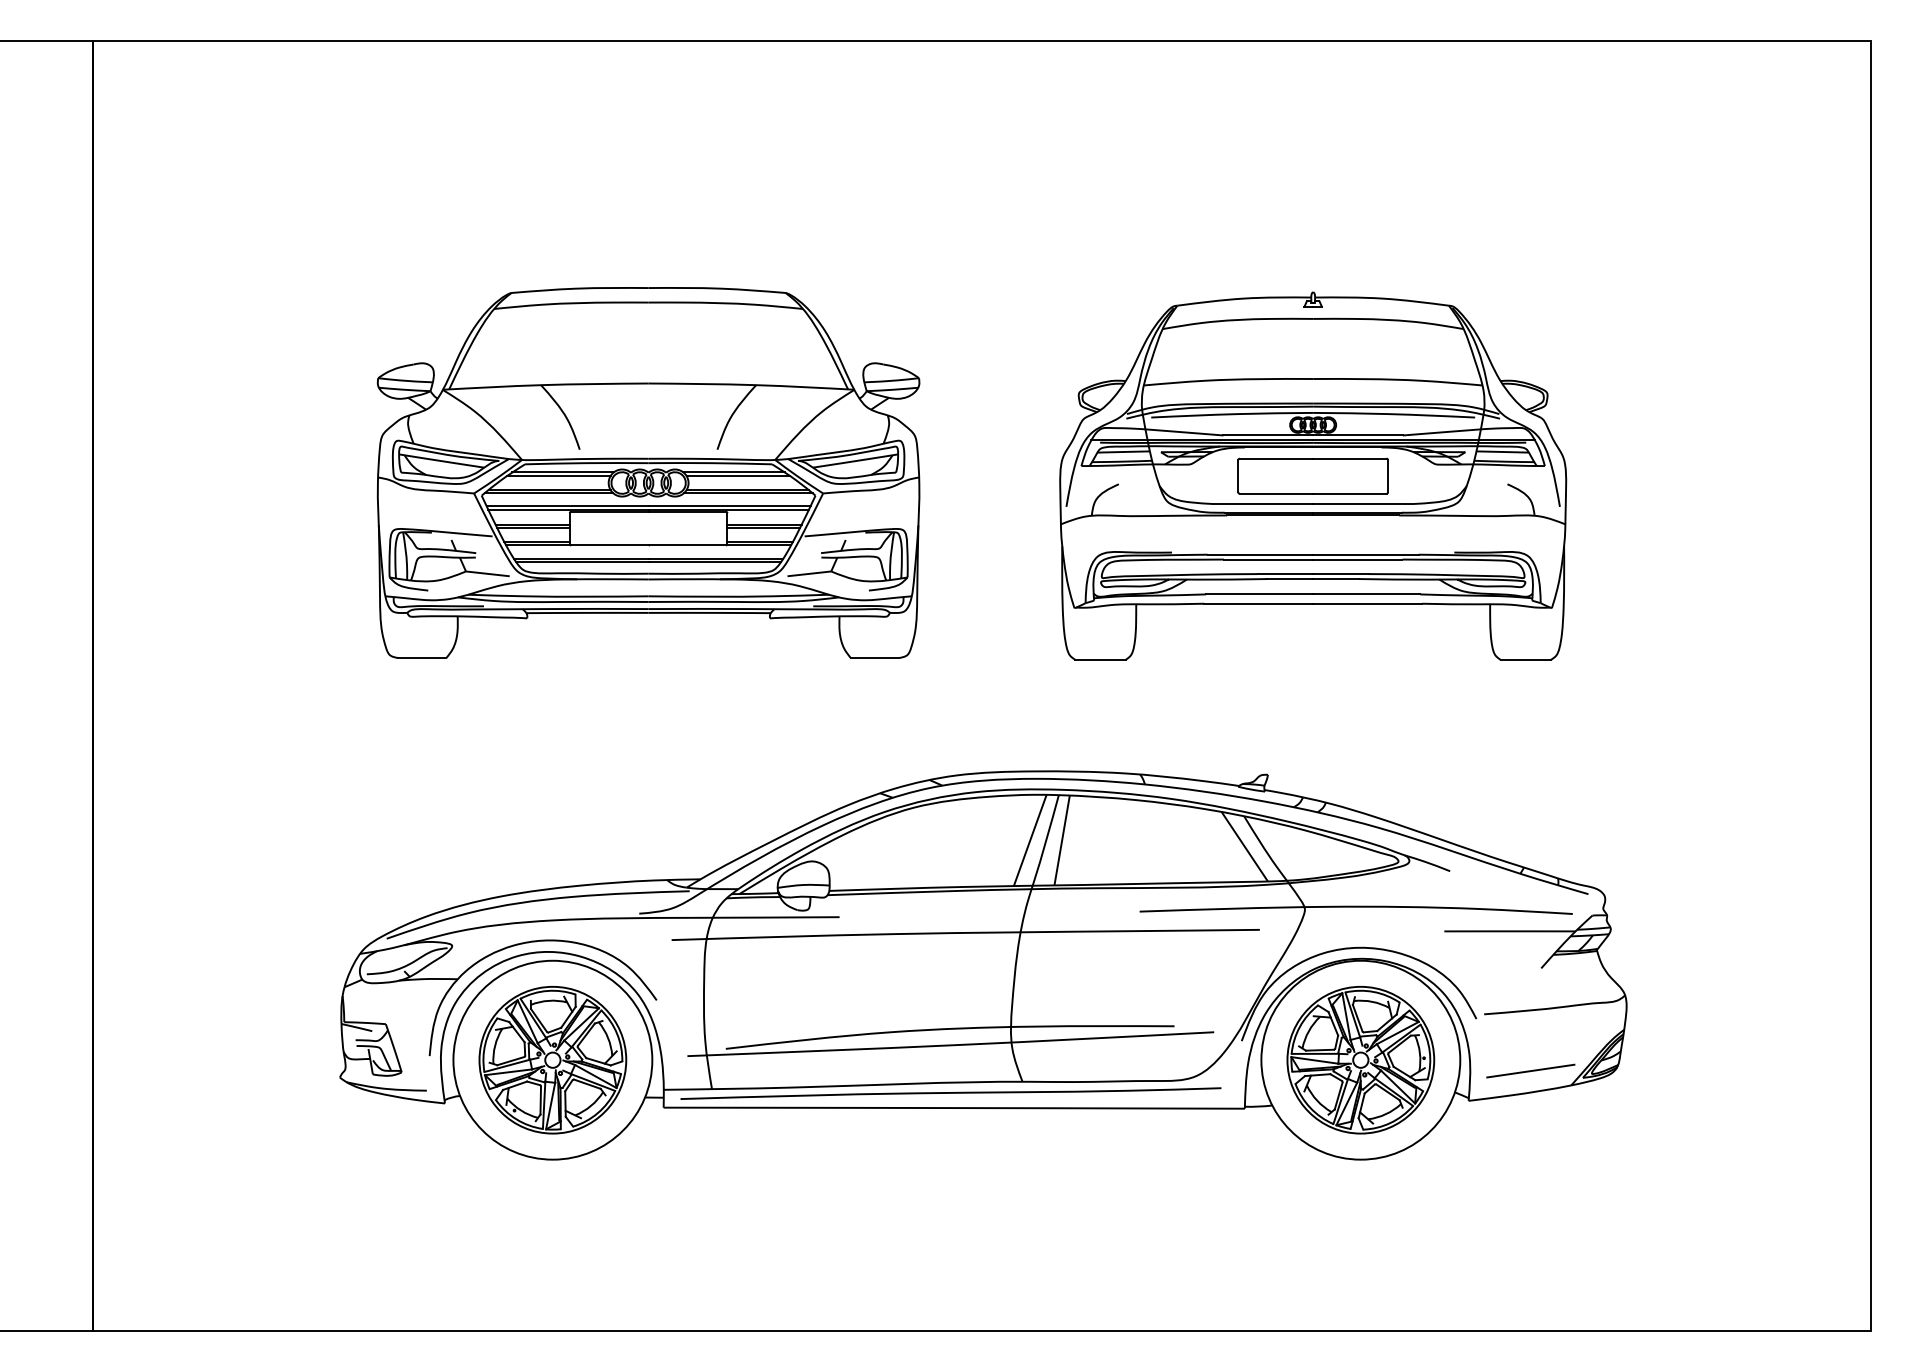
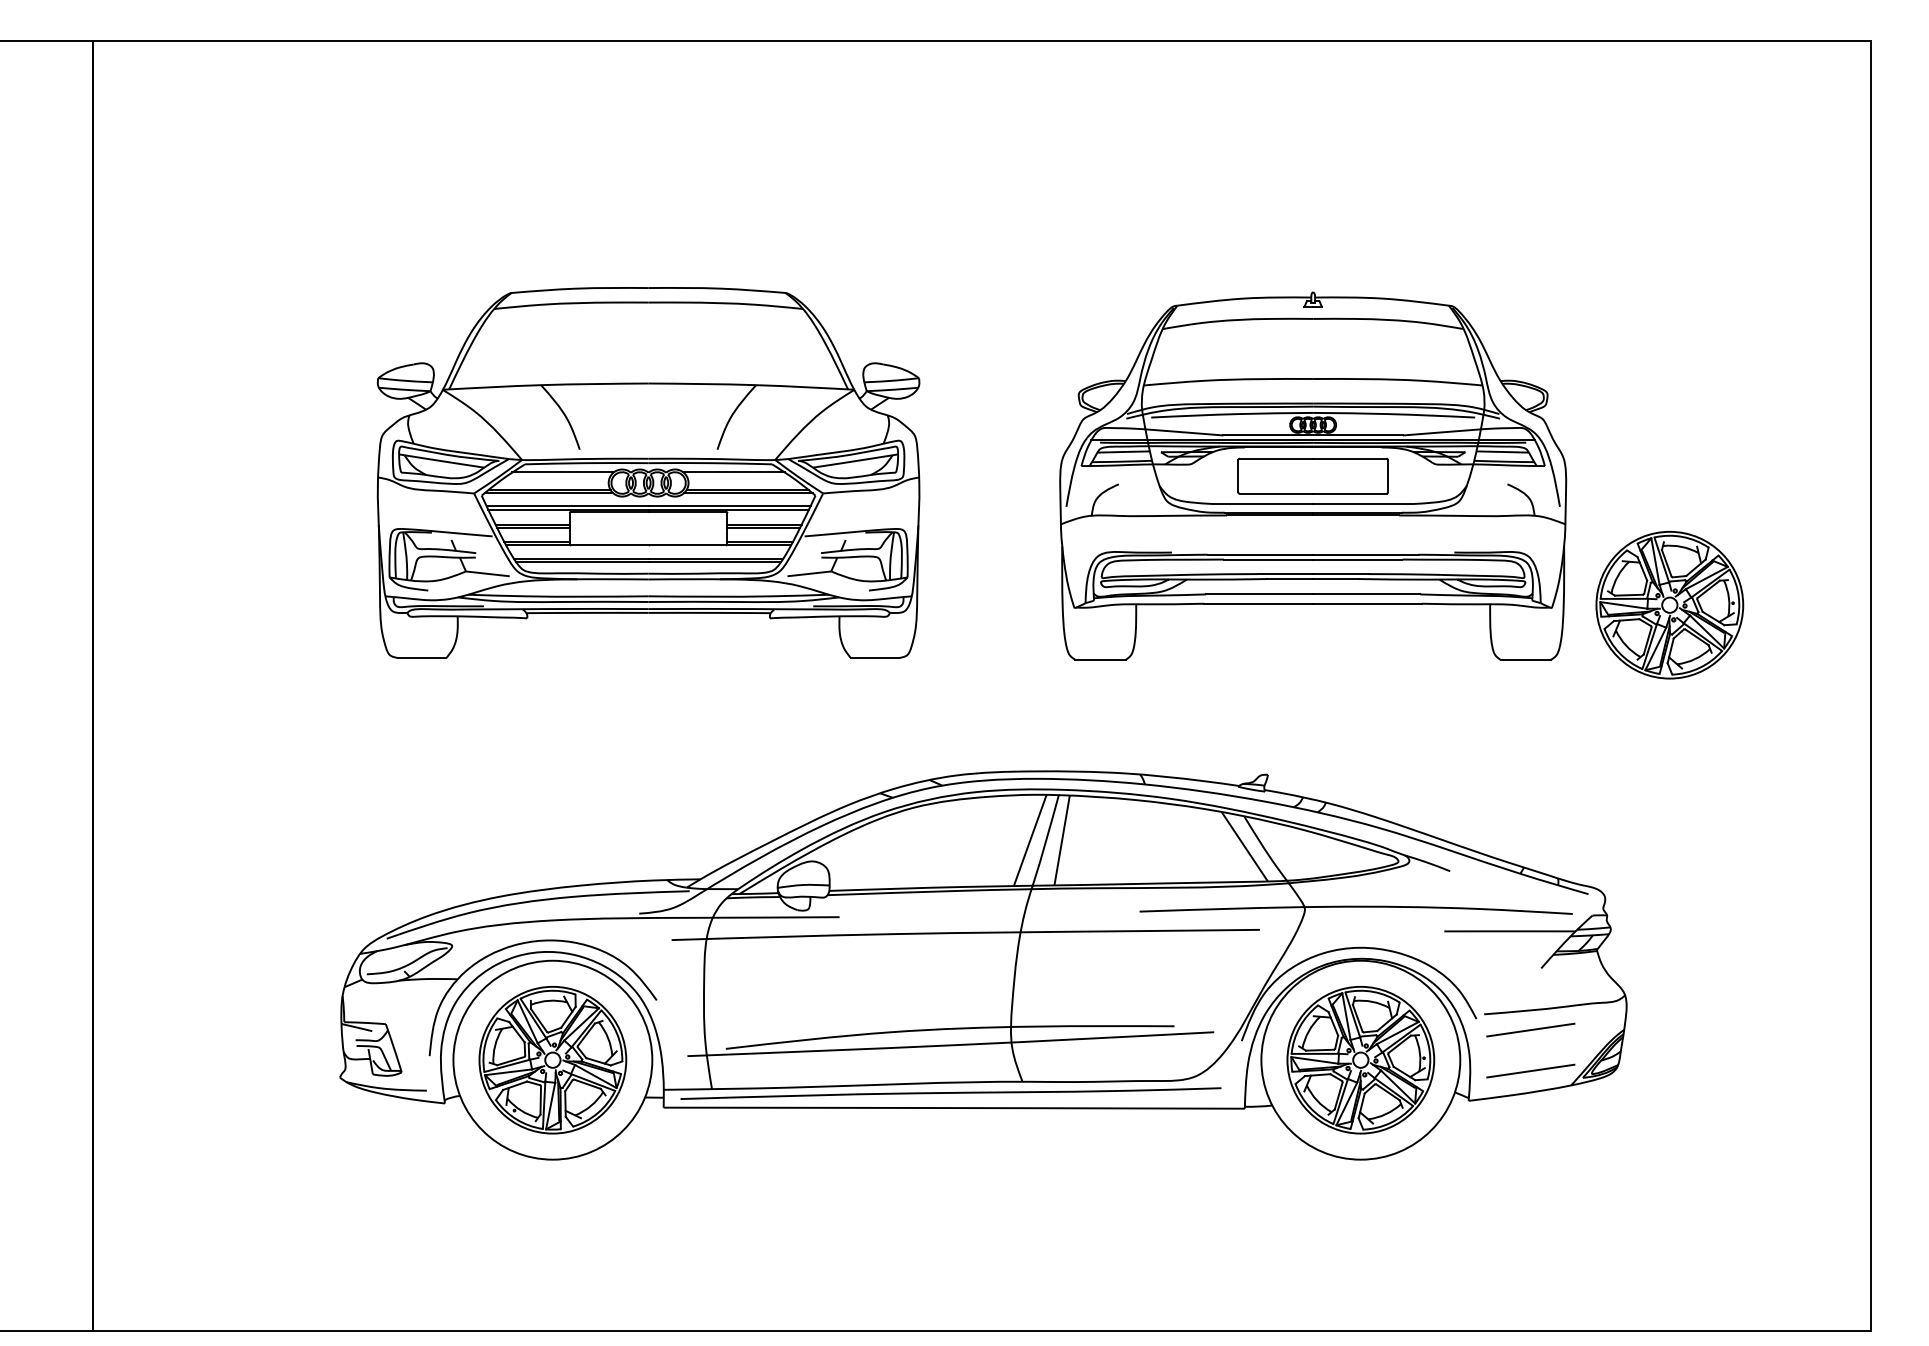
line at (558, 475): present -> none
line at (737, 475): present -> none
part at (1669, 605): none -> present
line at (1530, 1029): none -> present
